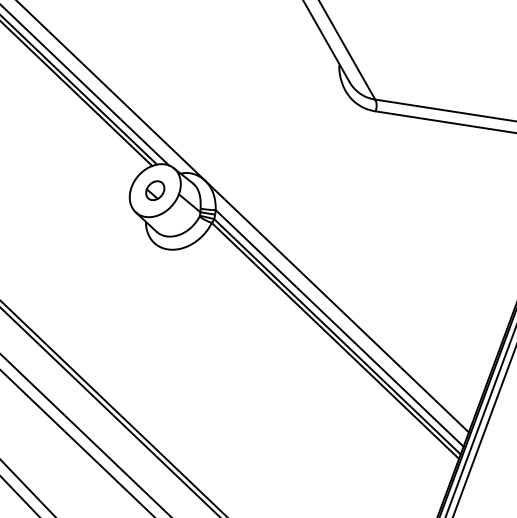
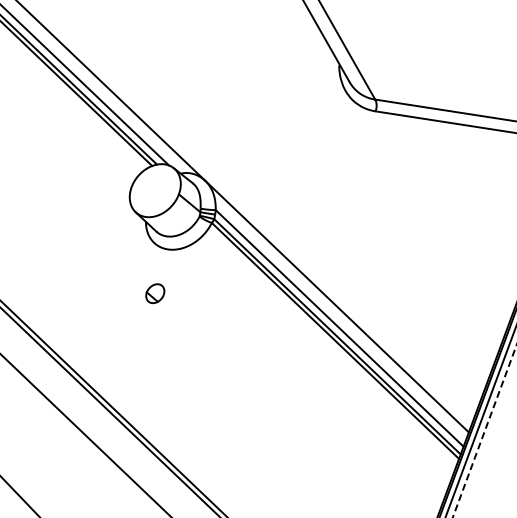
part at (155, 190) position: (155, 190) -> (155, 293)
line at (484, 430): solid -> dashed
line at (76, 443): present -> none
line at (27, 487): present -> none
